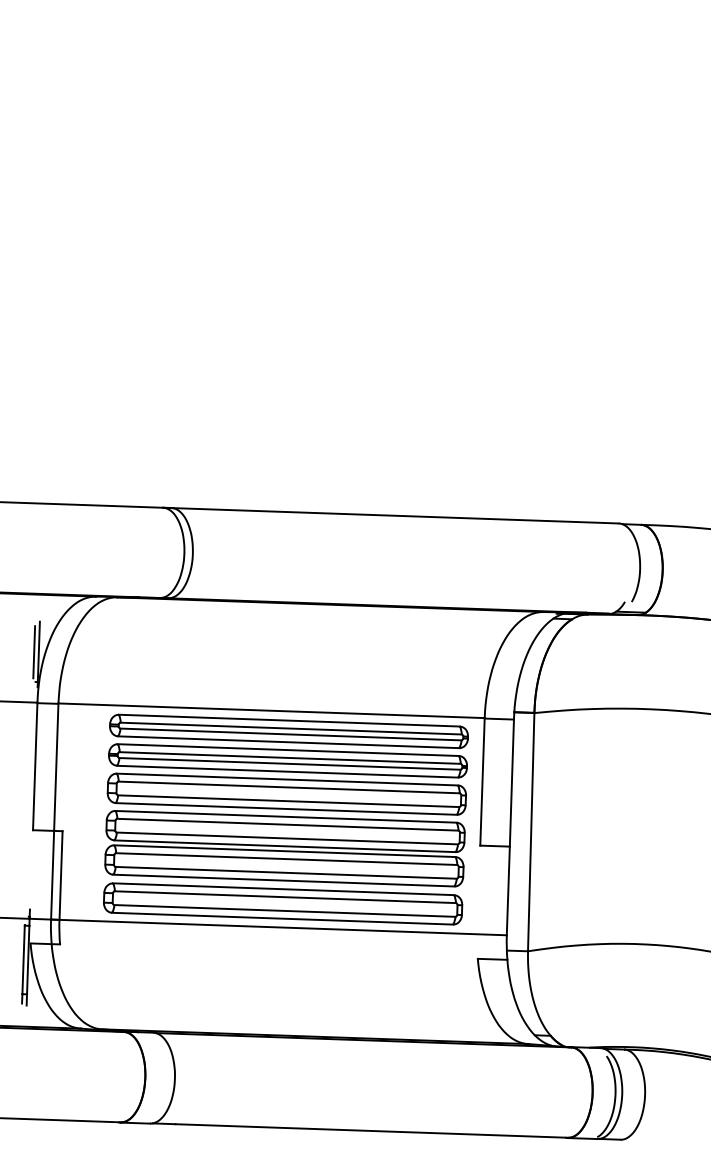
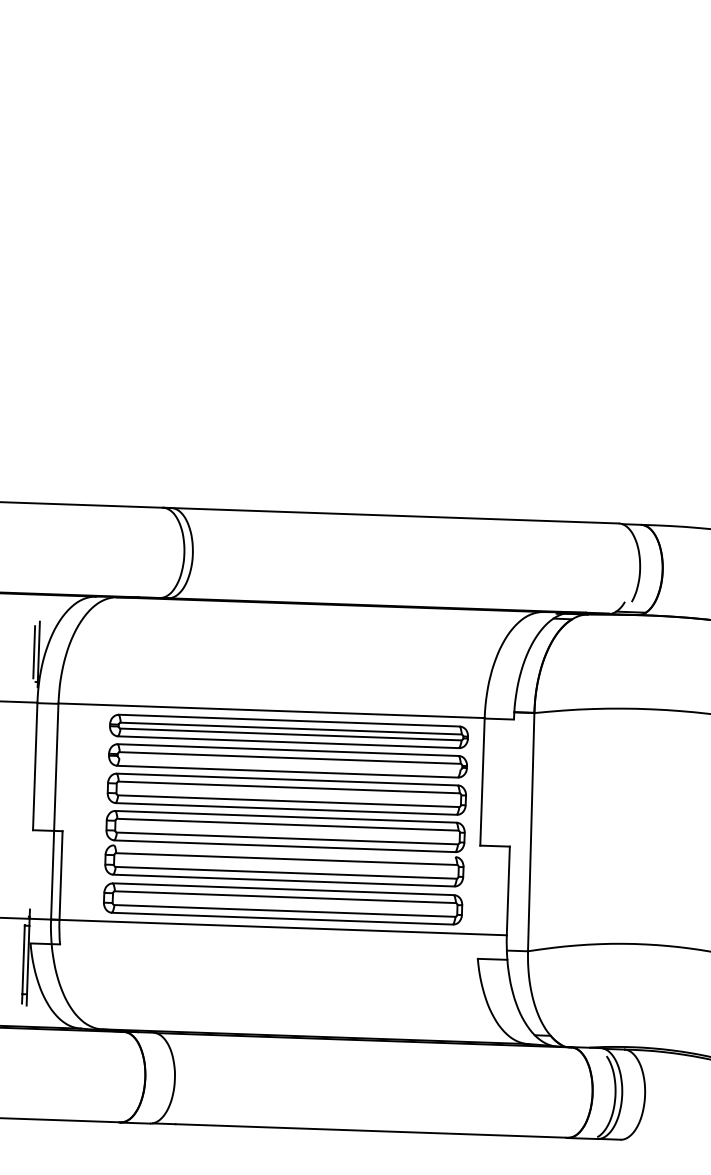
line at (289, 763): present -> none
line at (511, 782): present -> none
line at (284, 851): present -> none
